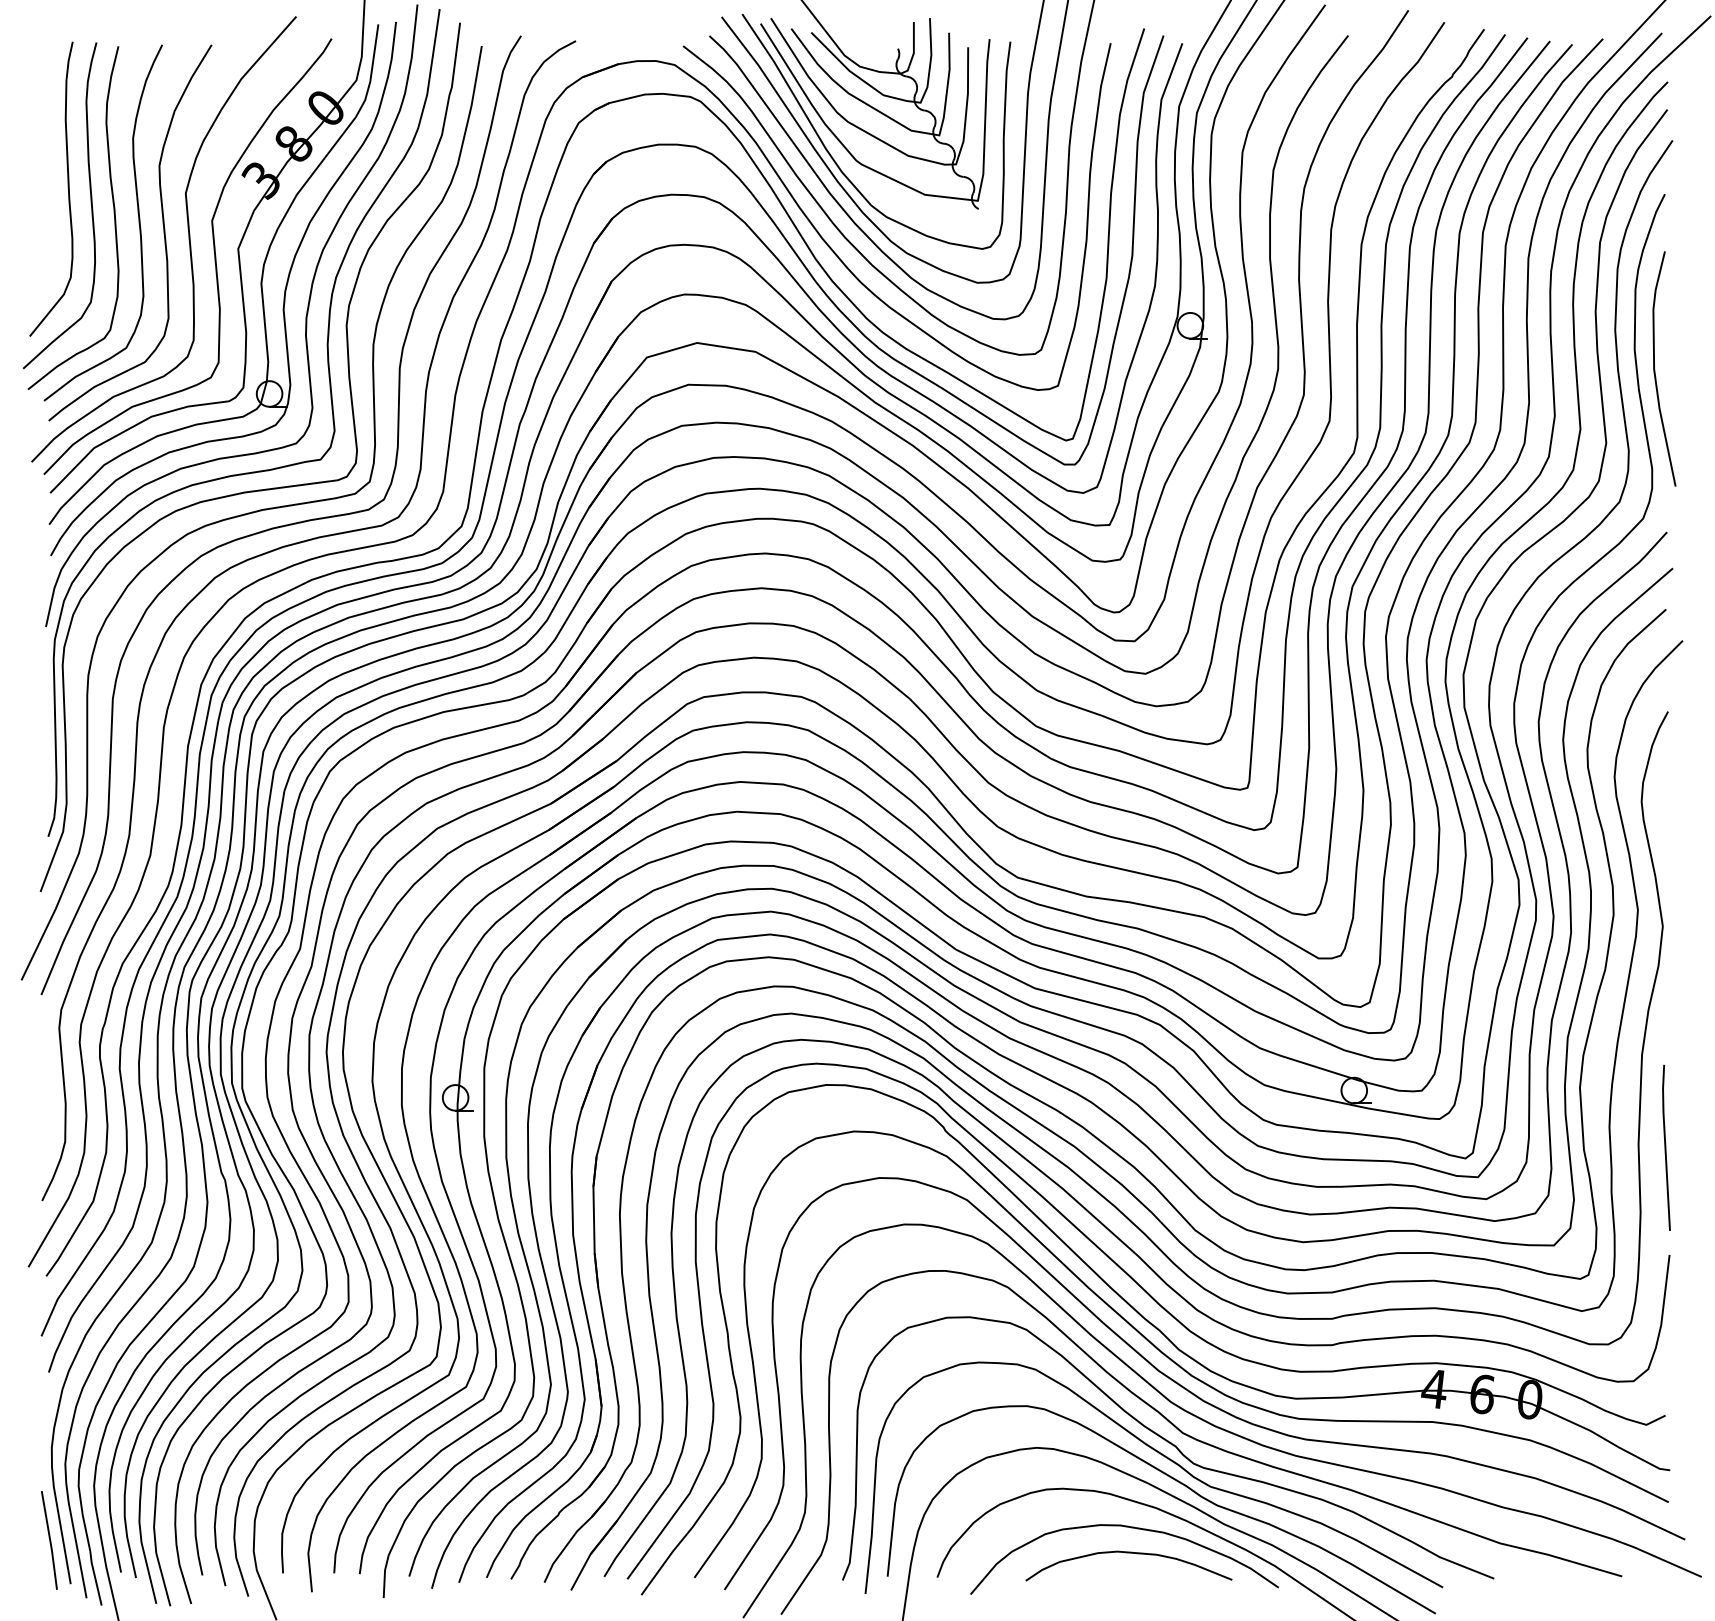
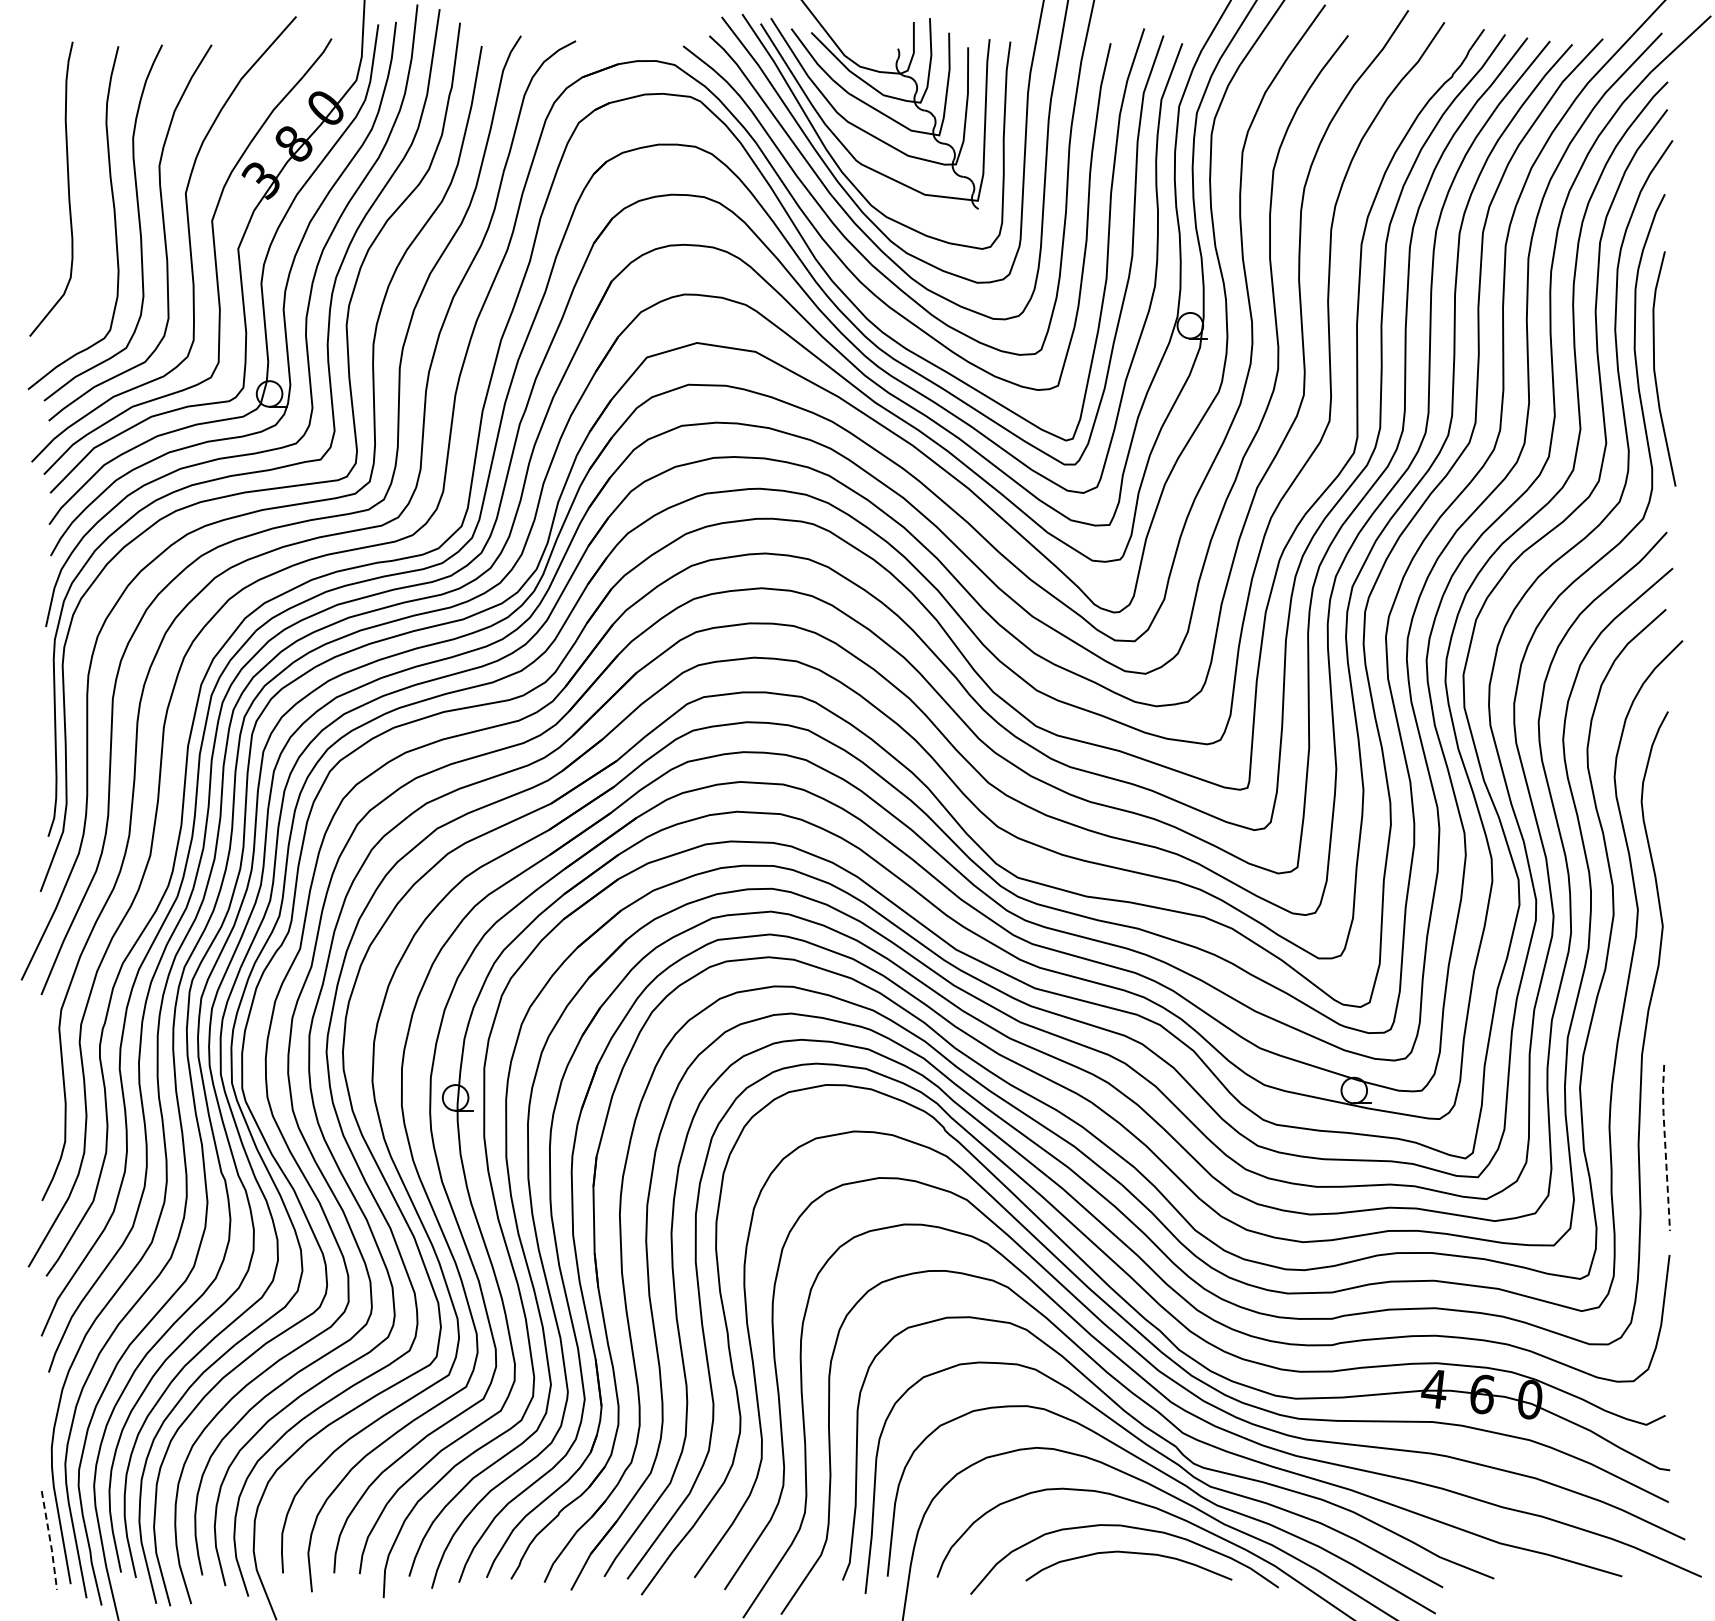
curve at (90, 203): present -> none
line at (1665, 1147): solid -> dashed
line at (50, 1541): solid -> dashed
